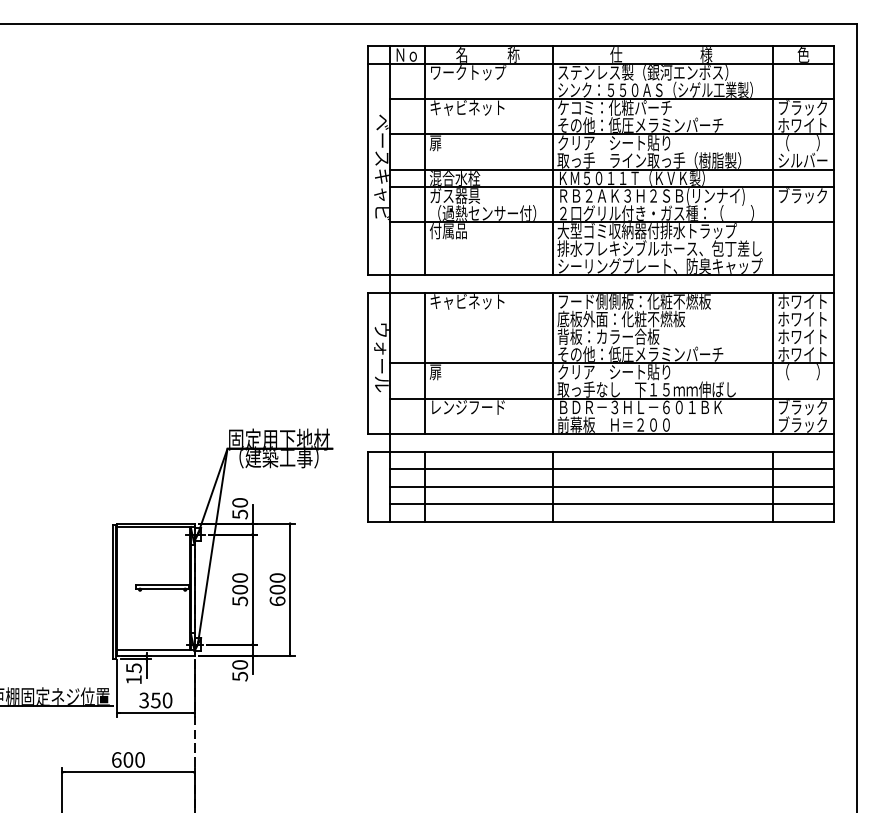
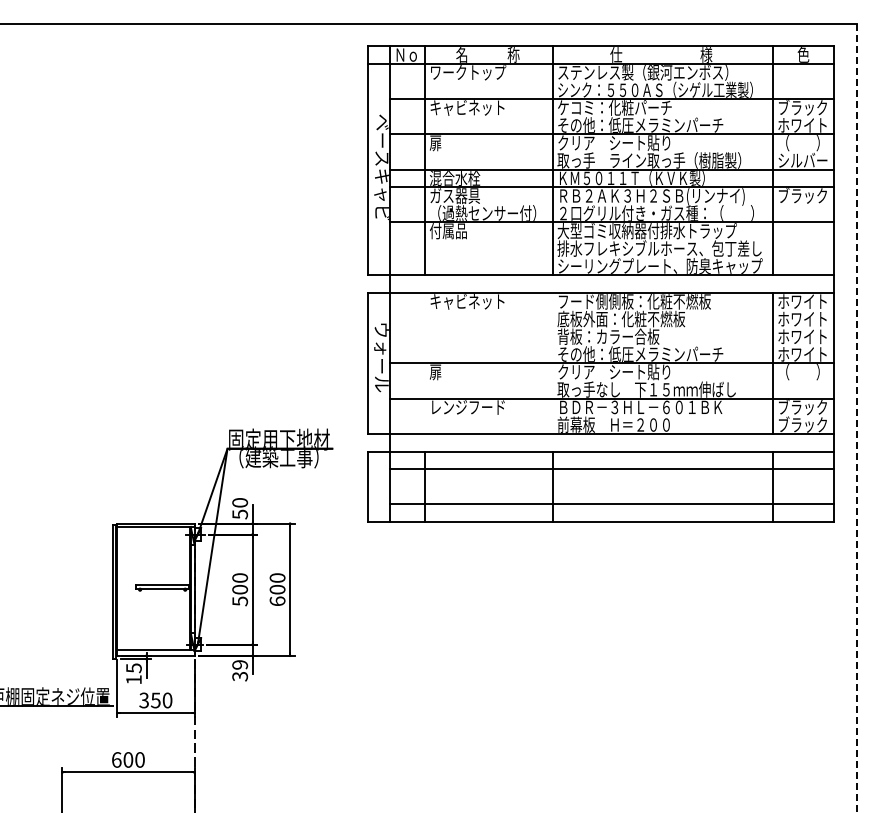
line at (424, 362): present -> none
line at (552, 362): present -> none
line at (856, 418): solid -> dashed
line at (611, 486): present -> none
text at (240, 670): 50 -> 39
